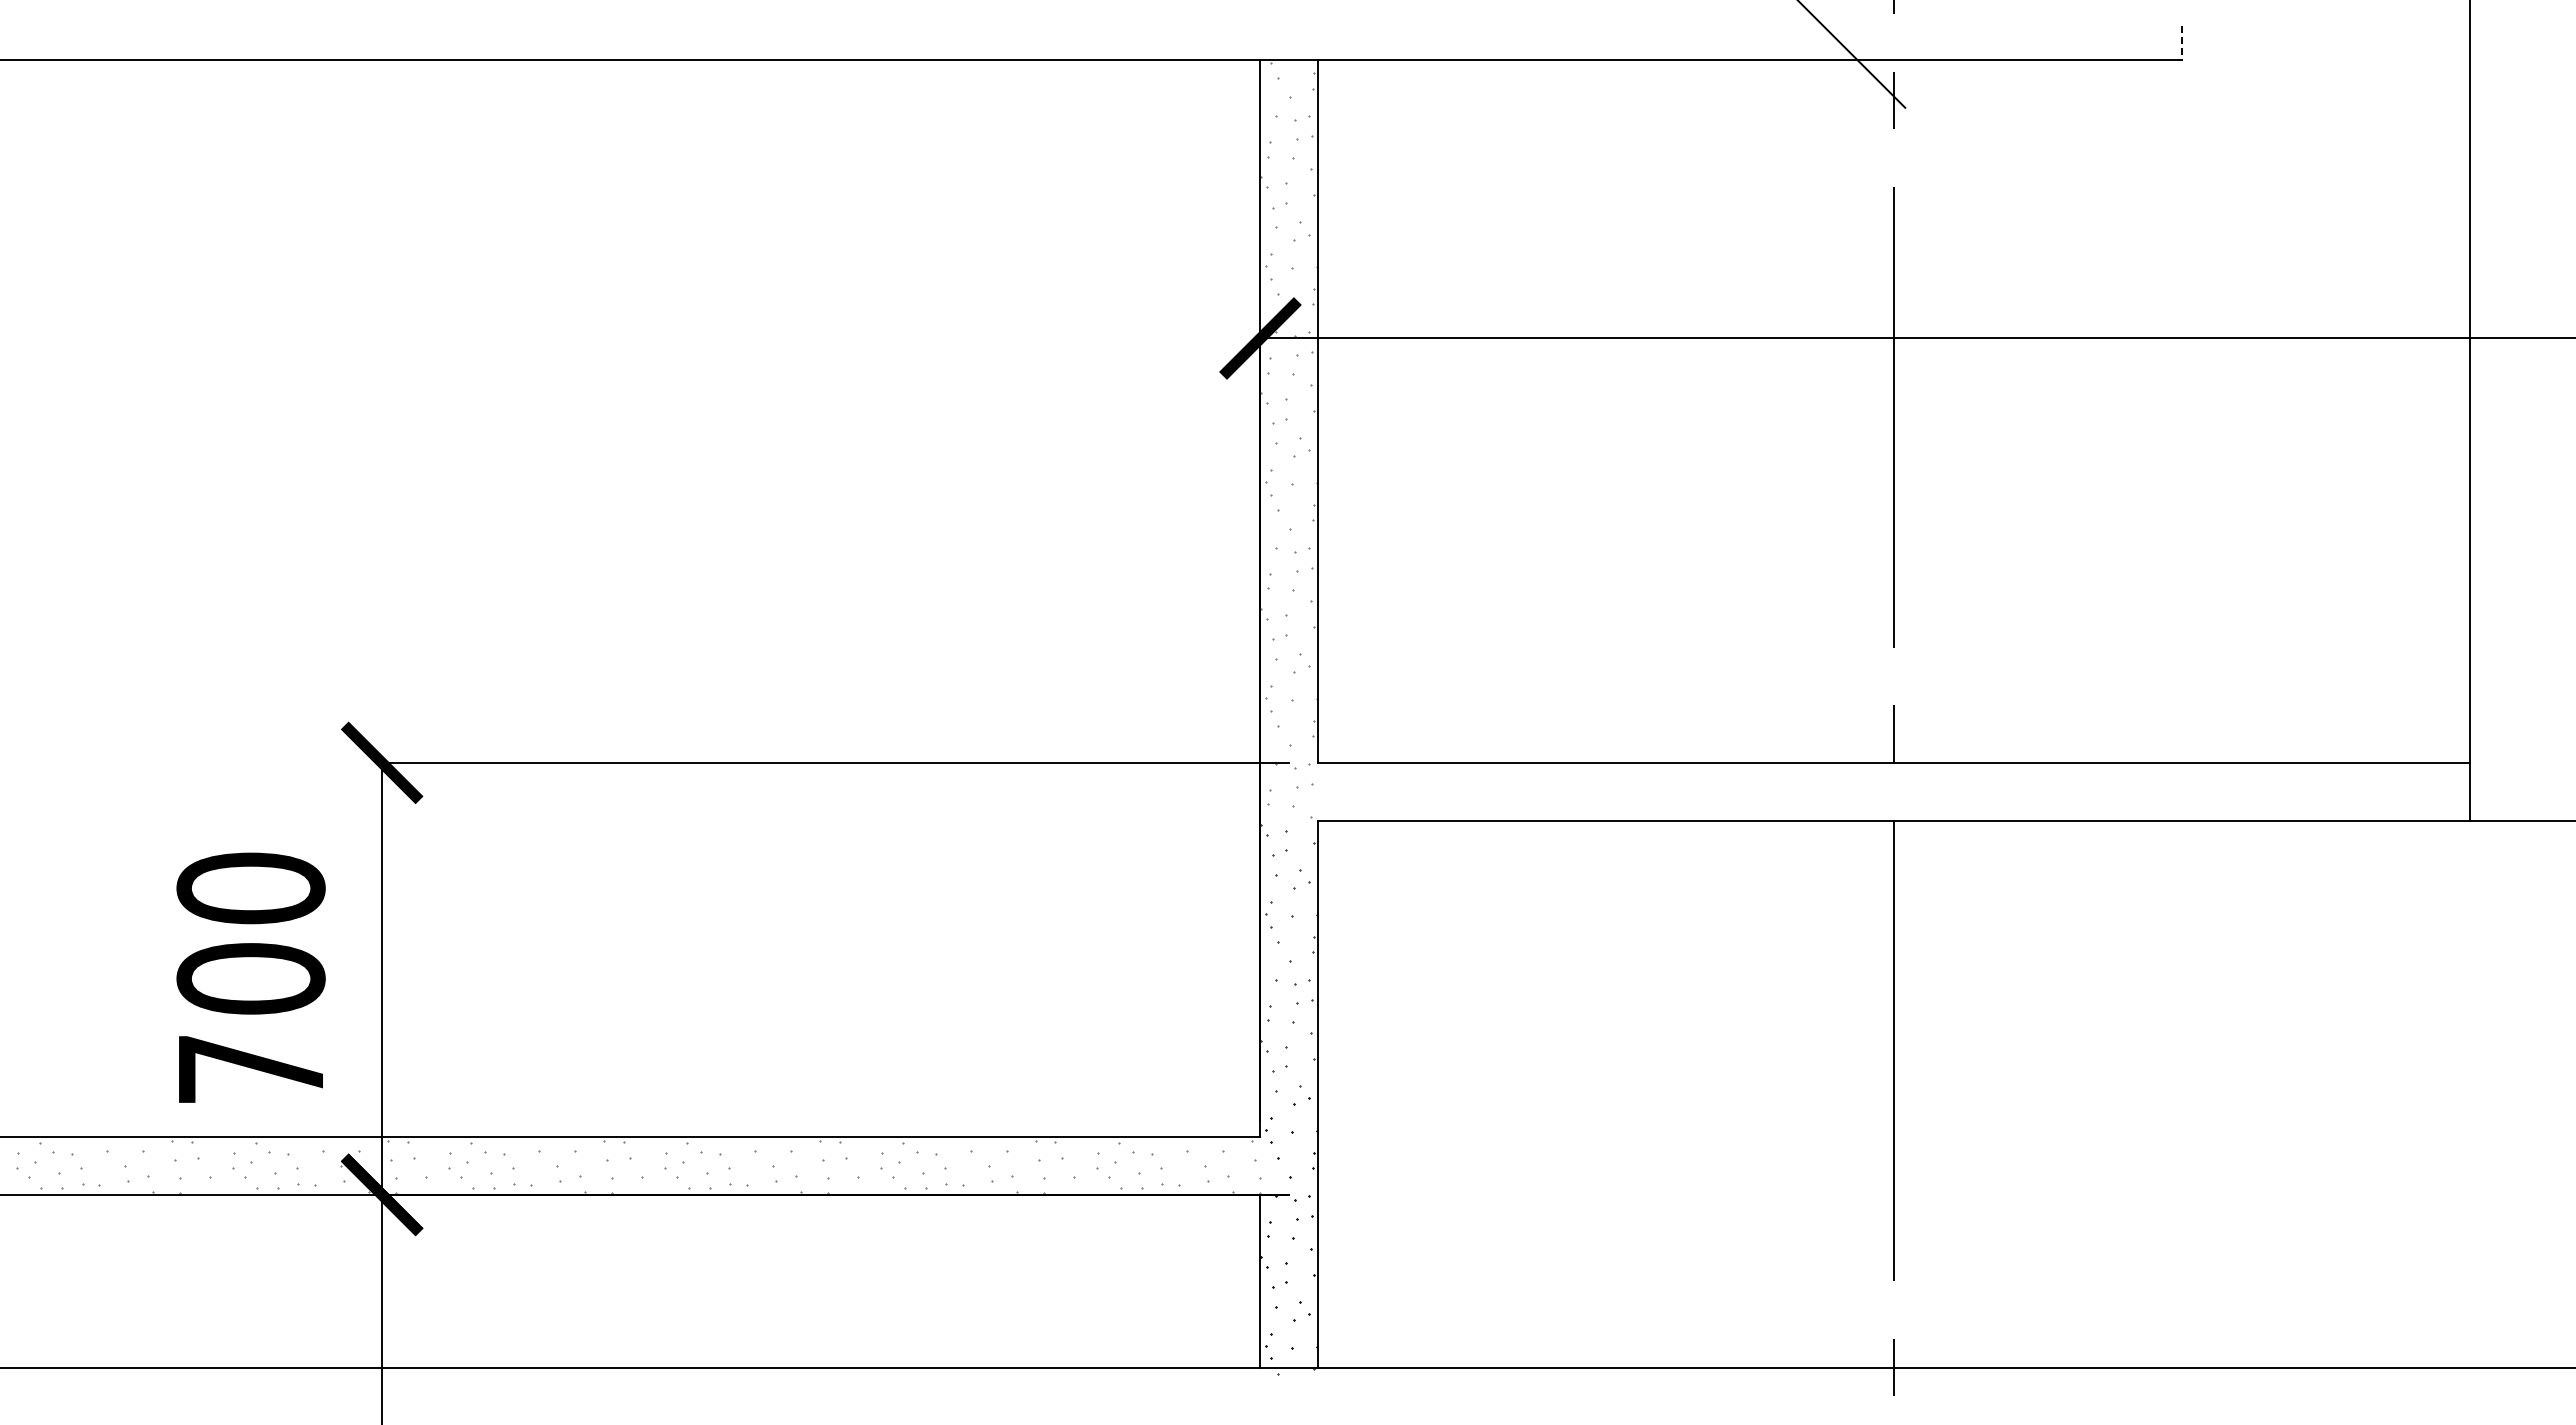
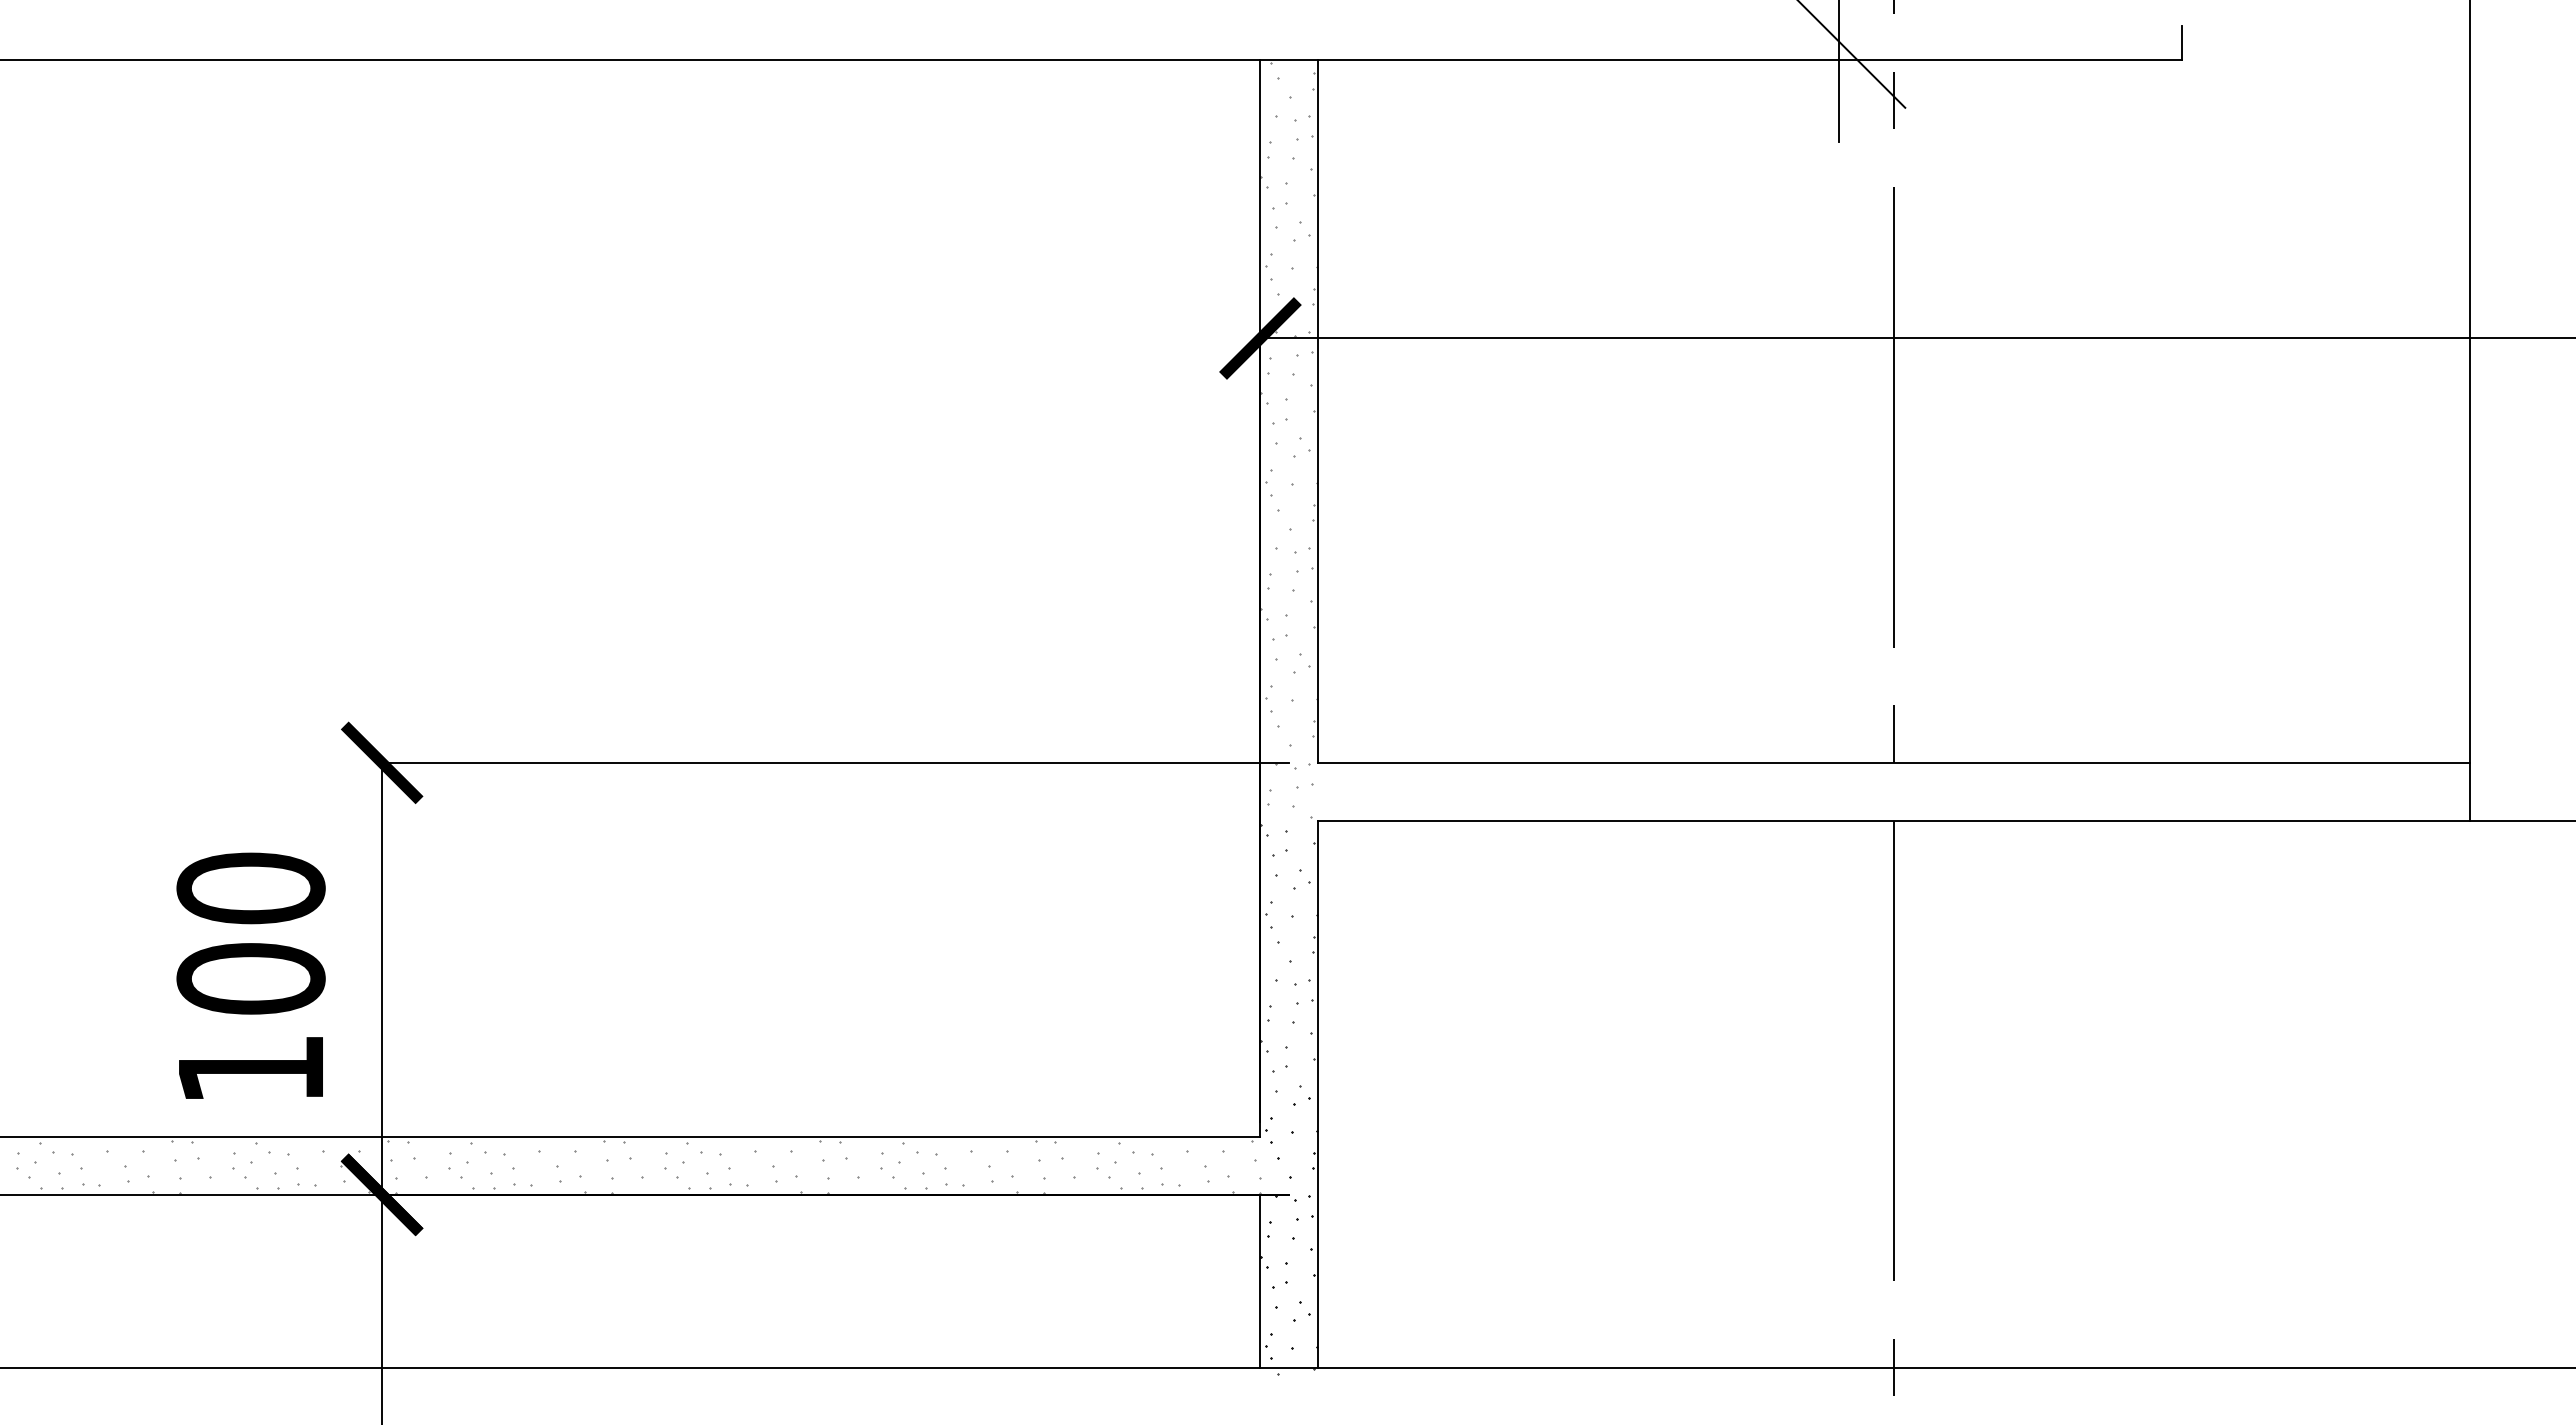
line at (2181, 43): dashed -> solid
line at (1839, 72): none -> present
text at (250, 1069): 700 -> 100
